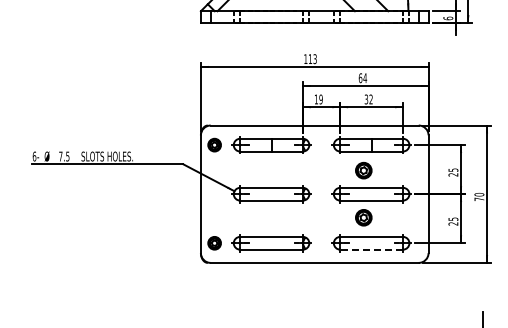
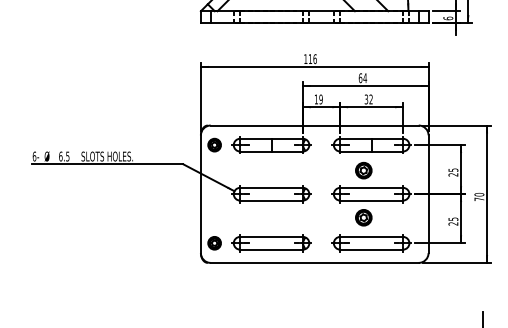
text at (314, 59): 113 -> 116
text at (60, 156): 7.5 -> 6.5
line at (371, 249): dashed -> solid
